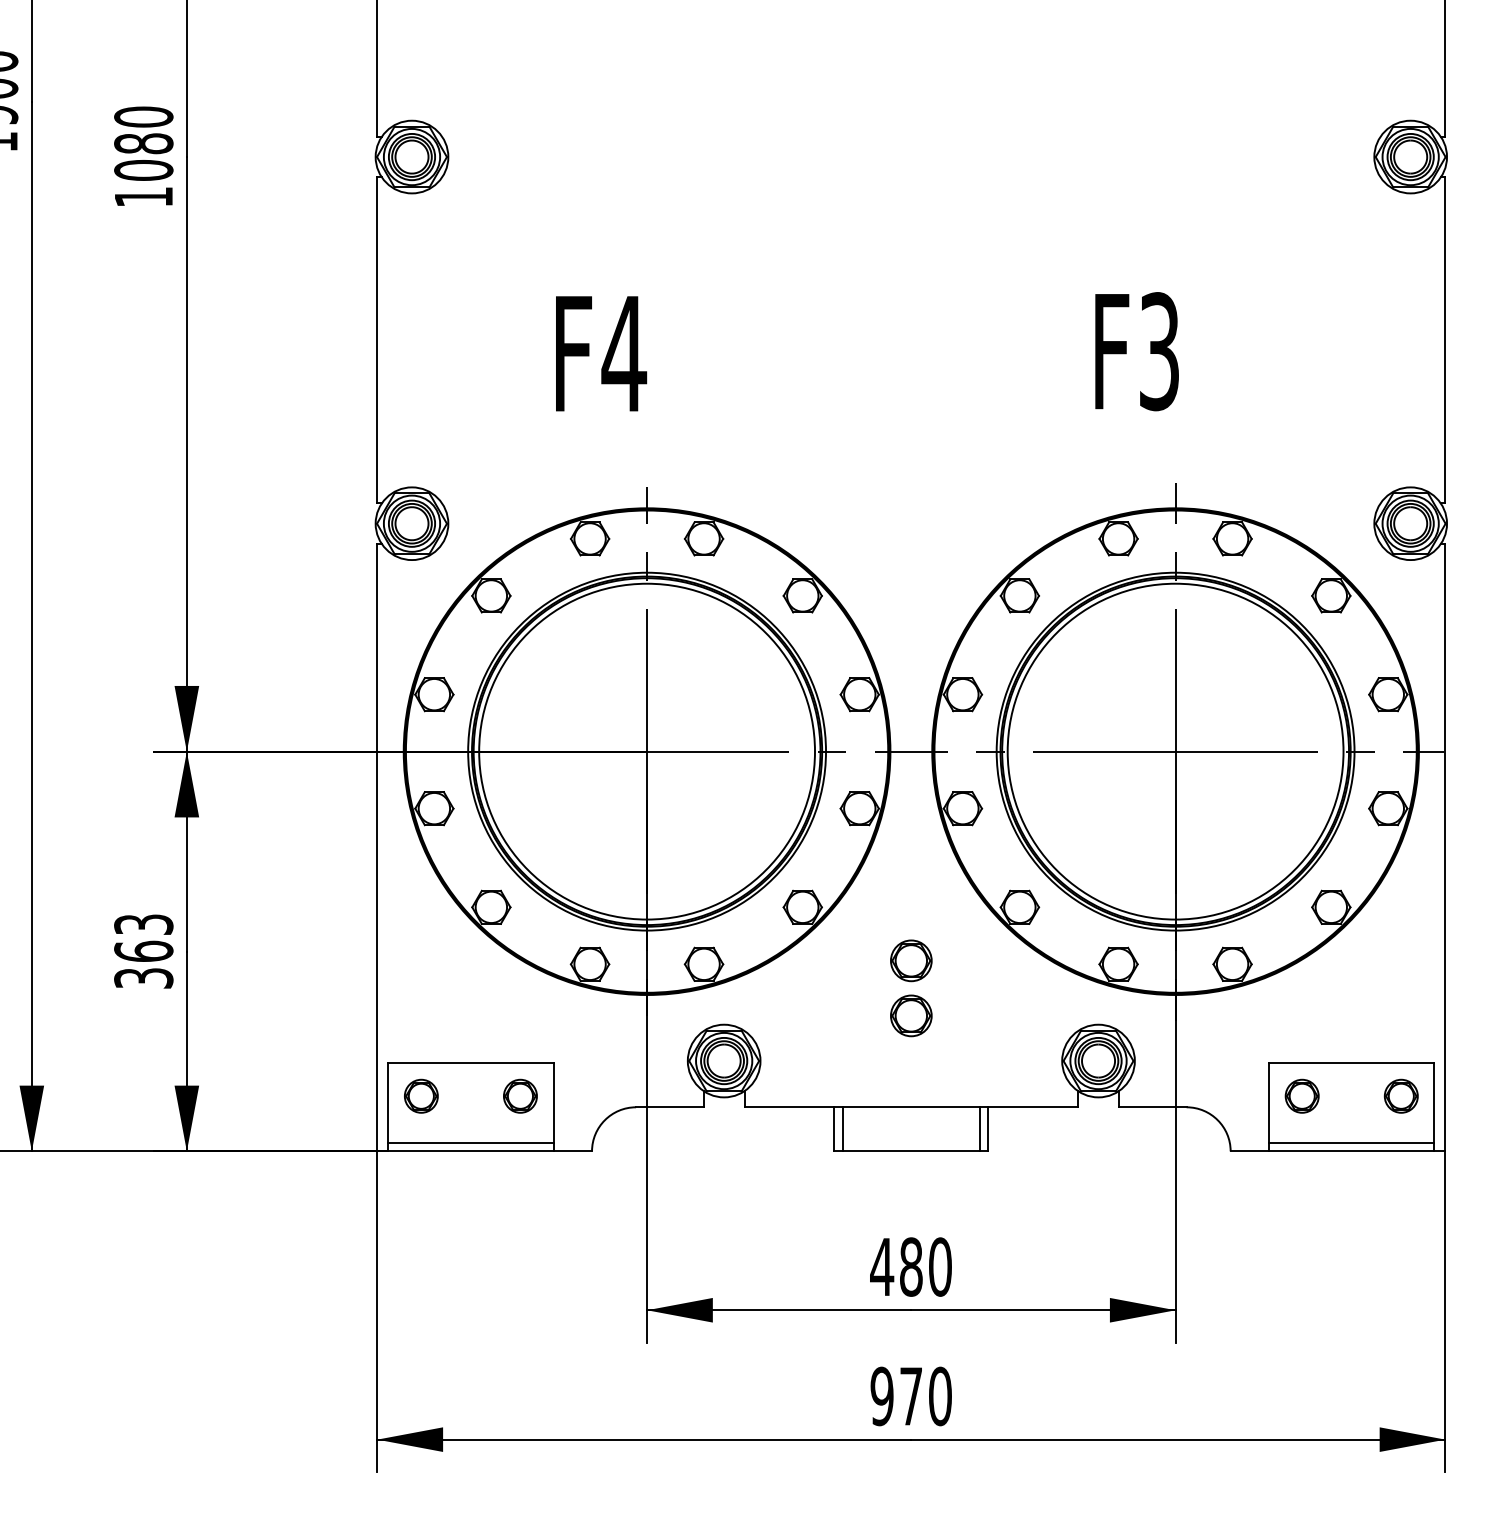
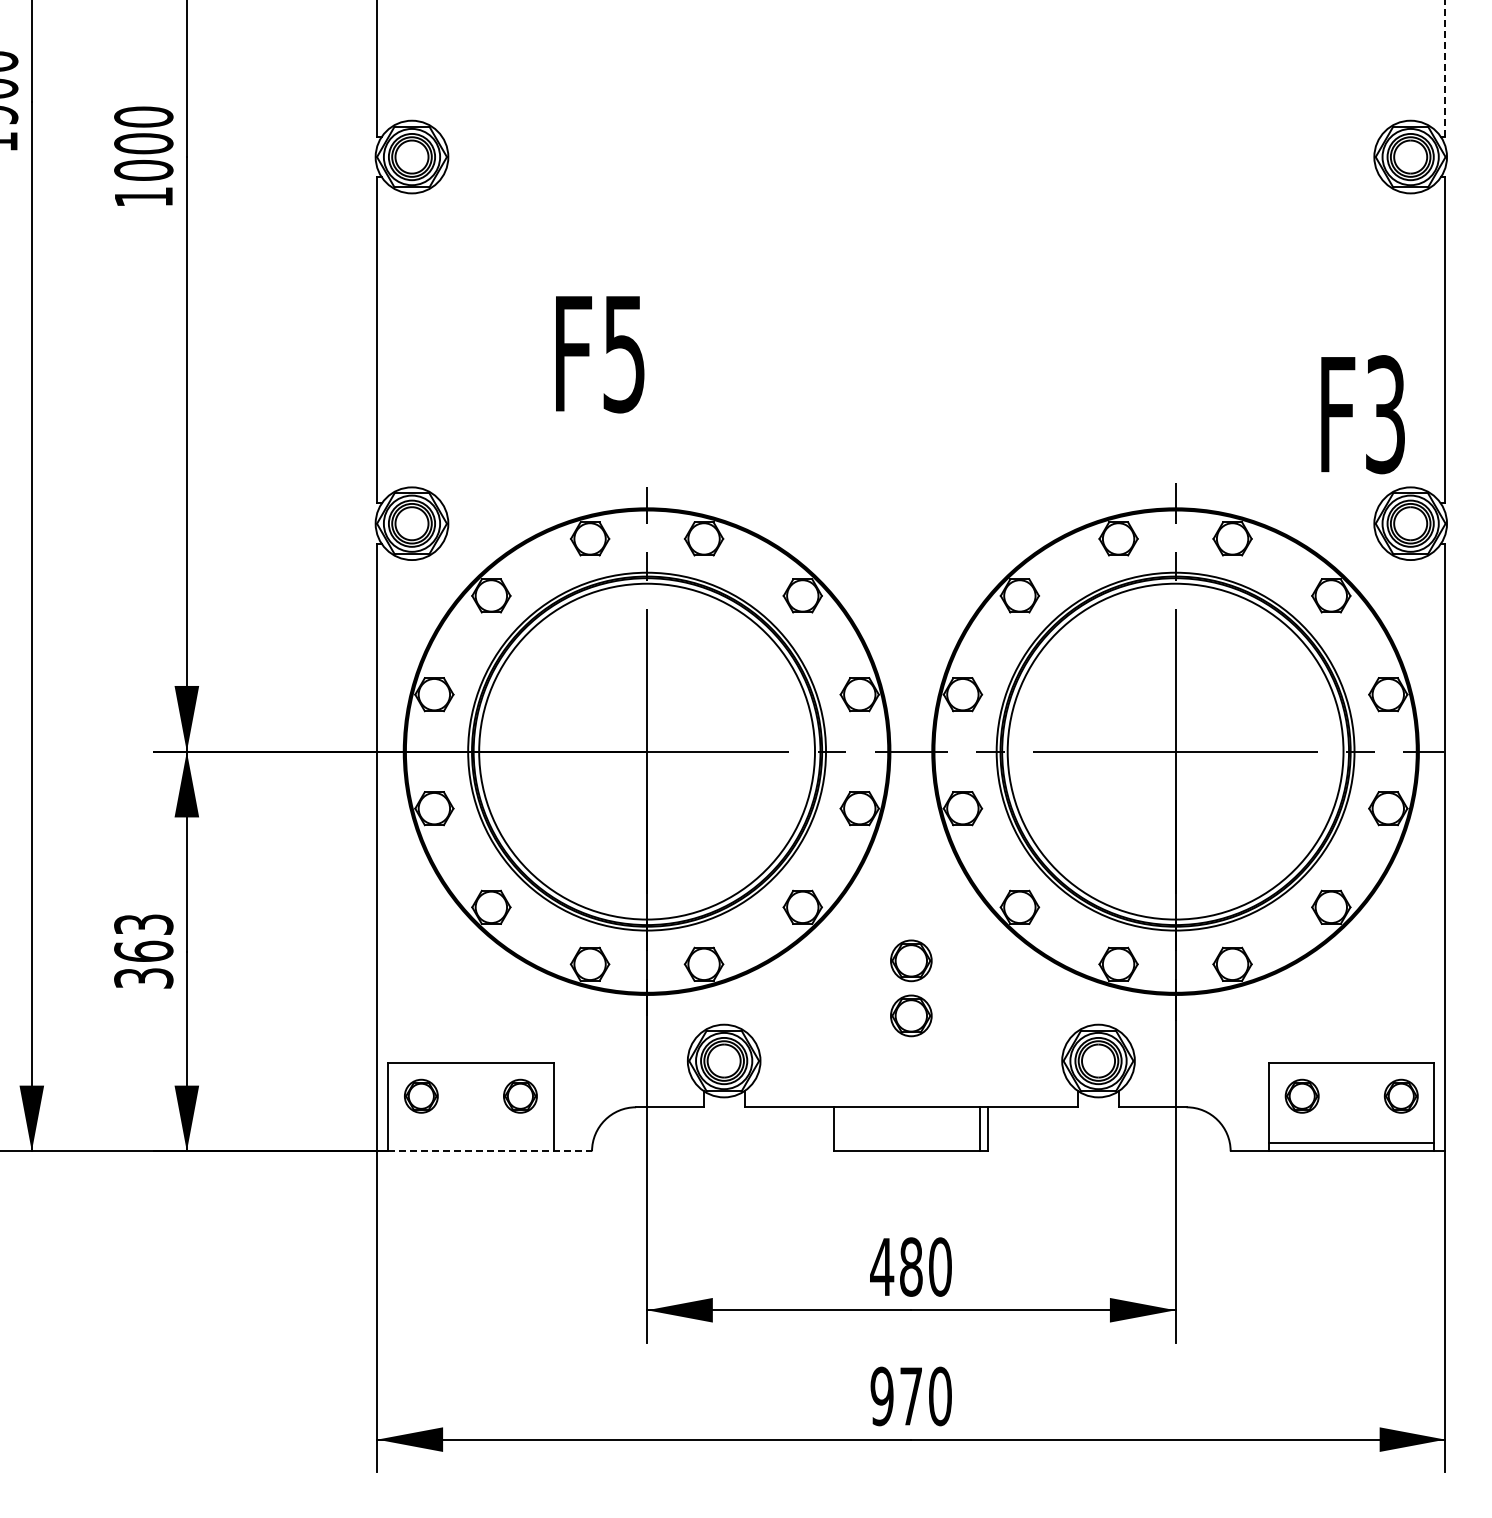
line at (1445, 68): solid -> dashed
text at (143, 143): 1080 -> 1000
text at (1136, 351) position: (1136, 351) -> (1362, 414)
text at (624, 354): F4 -> F5
line at (843, 1129): present -> none
line at (470, 1142): present -> none
line at (485, 1151): solid -> dashed
